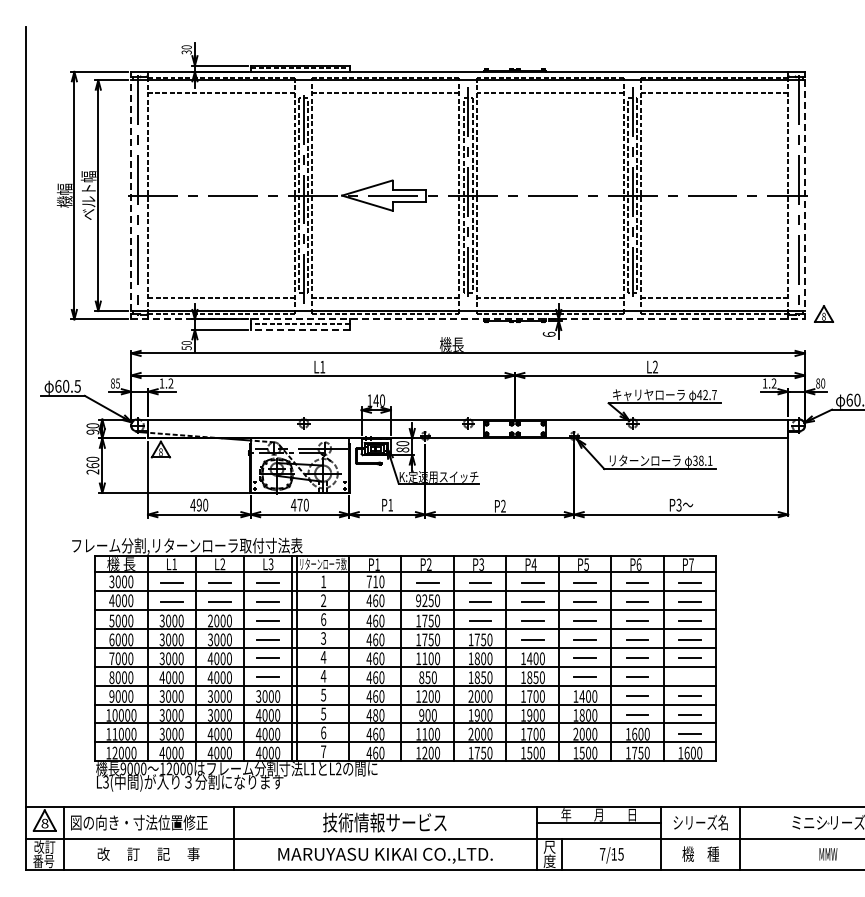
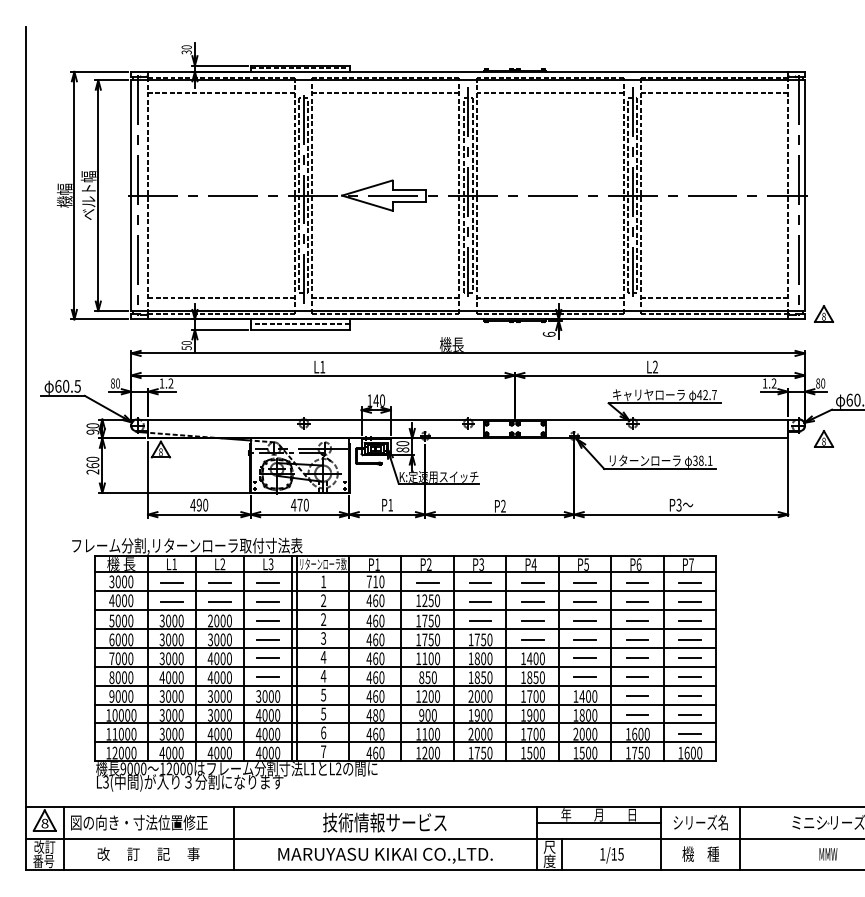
line at (131, 195): dashed -> solid
line at (804, 196): dashed -> solid
line at (468, 319): dashed -> solid
line at (299, 329): dashed -> solid
text at (117, 383): 85 -> 80
part at (823, 438): none -> present
text at (418, 600): 9250 -> 1250
text at (323, 619): 6 -> 2
line at (689, 676): none -> present
text at (602, 854): 7/15 -> 1/15
